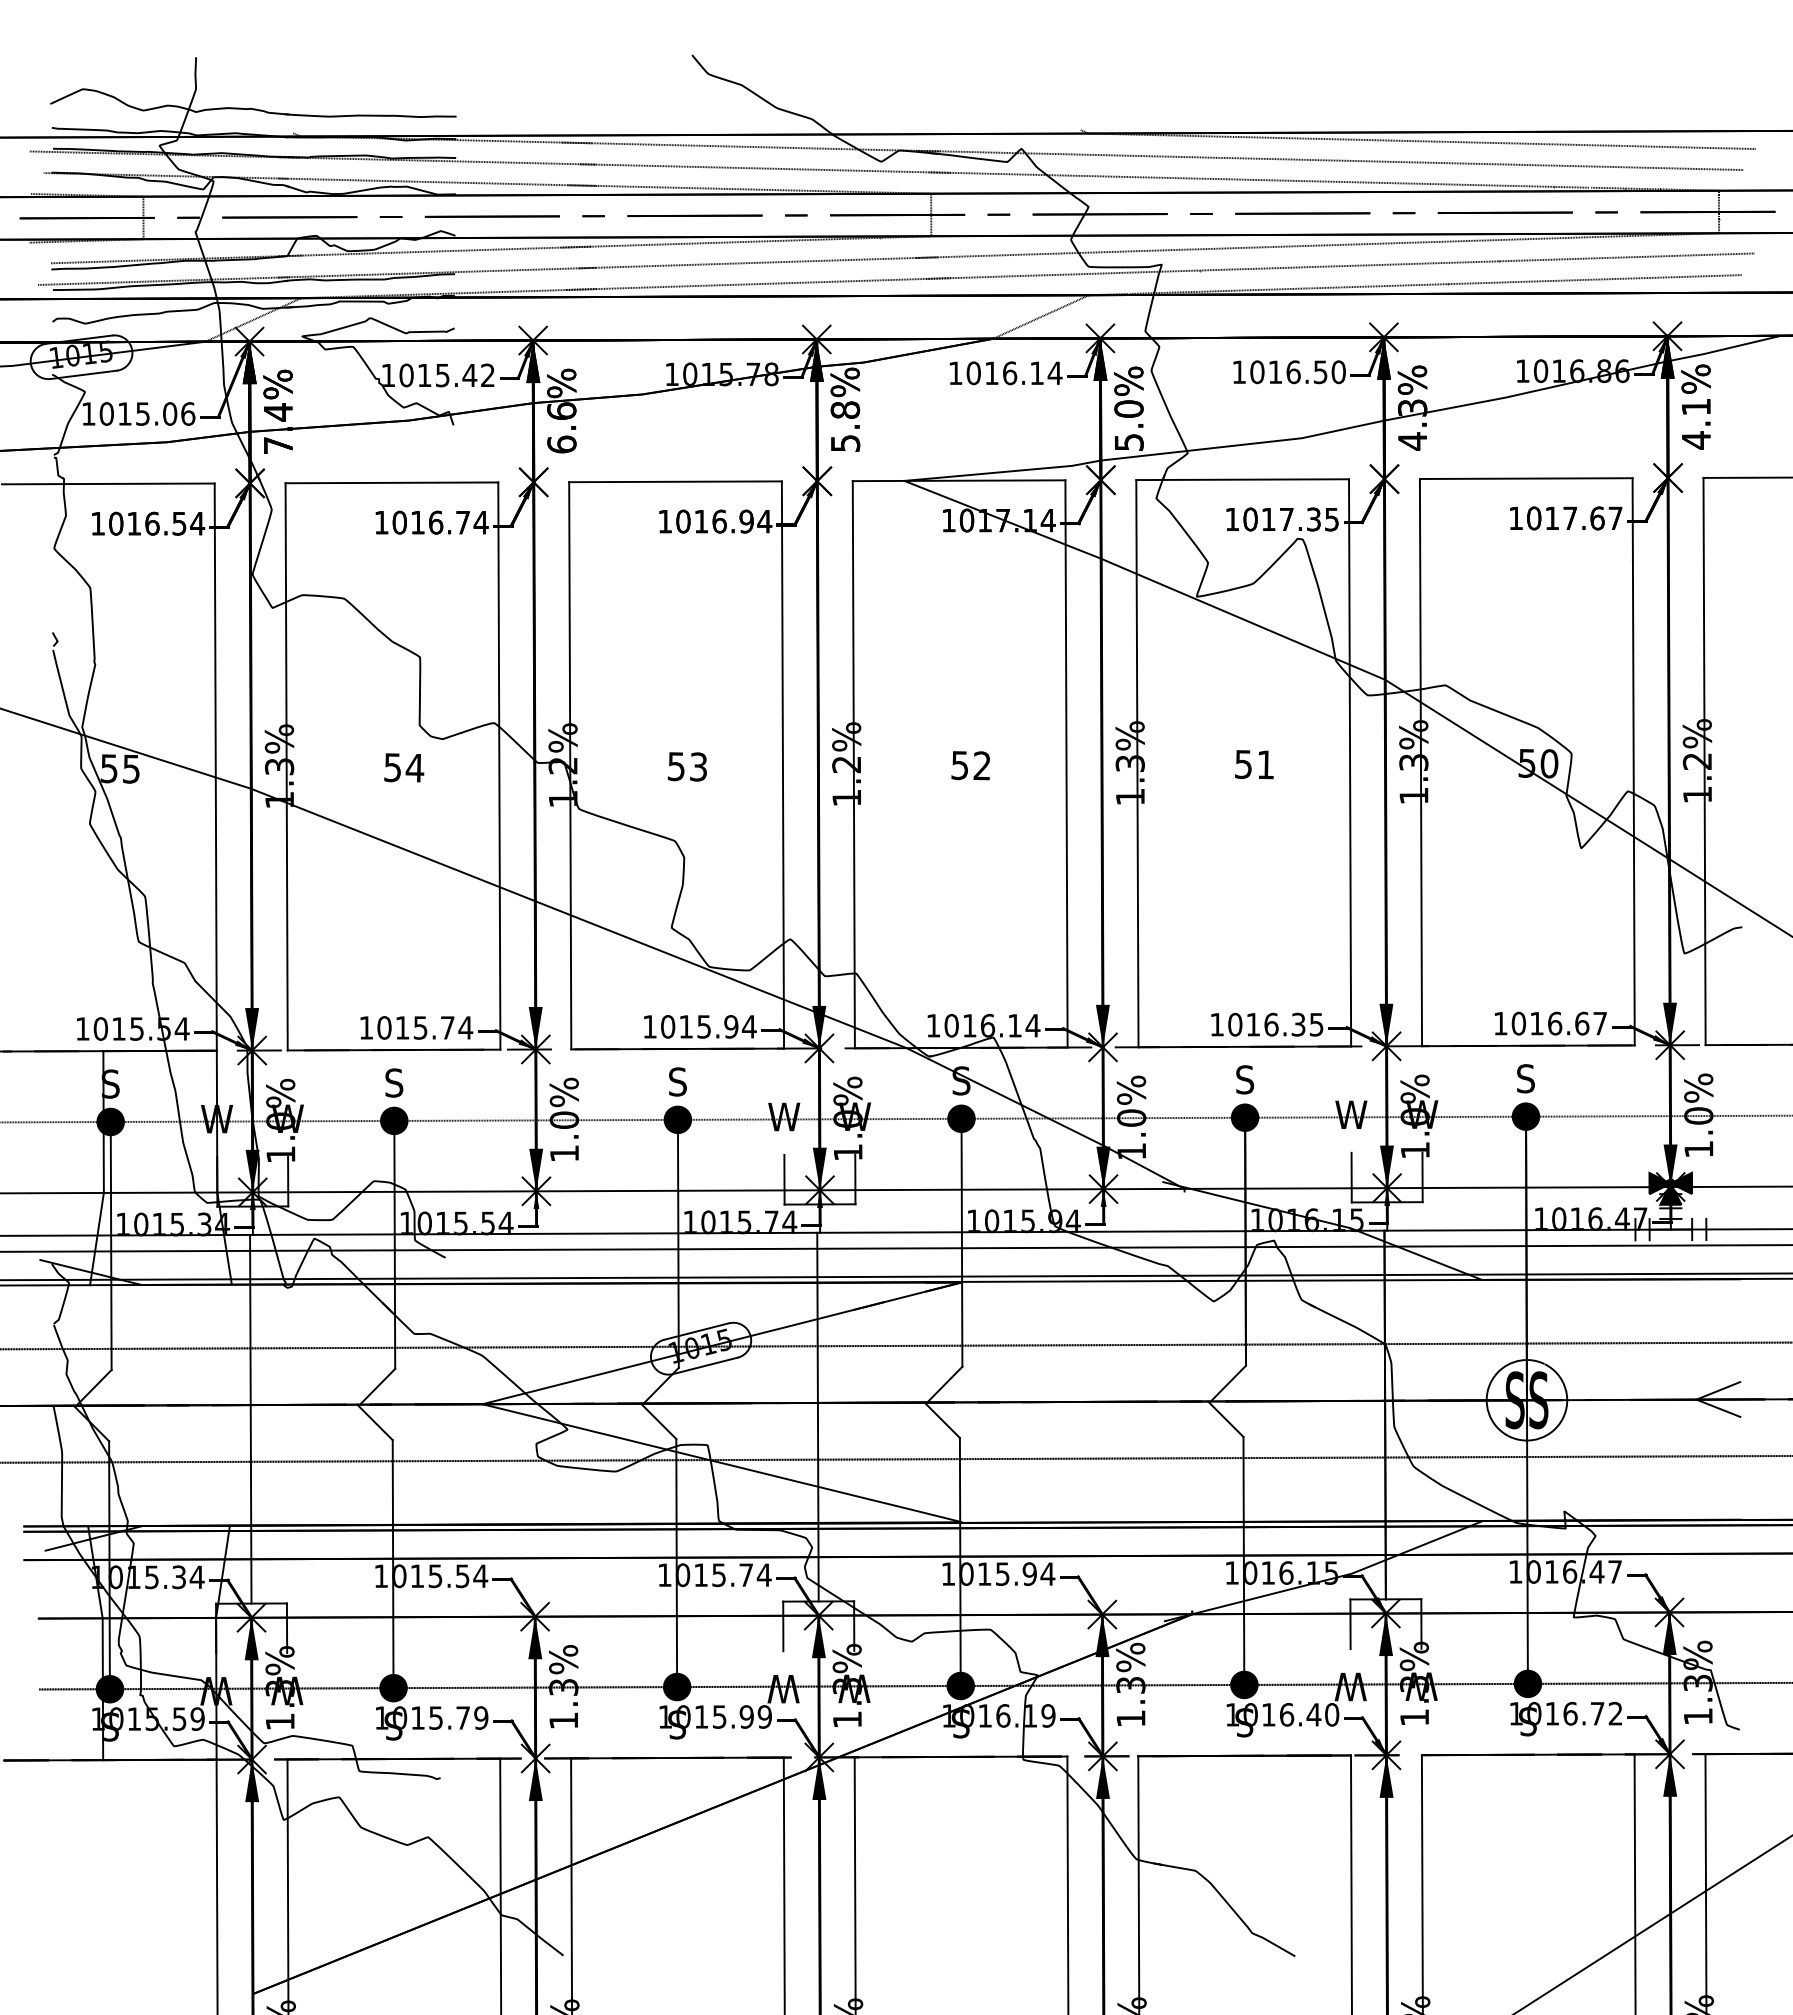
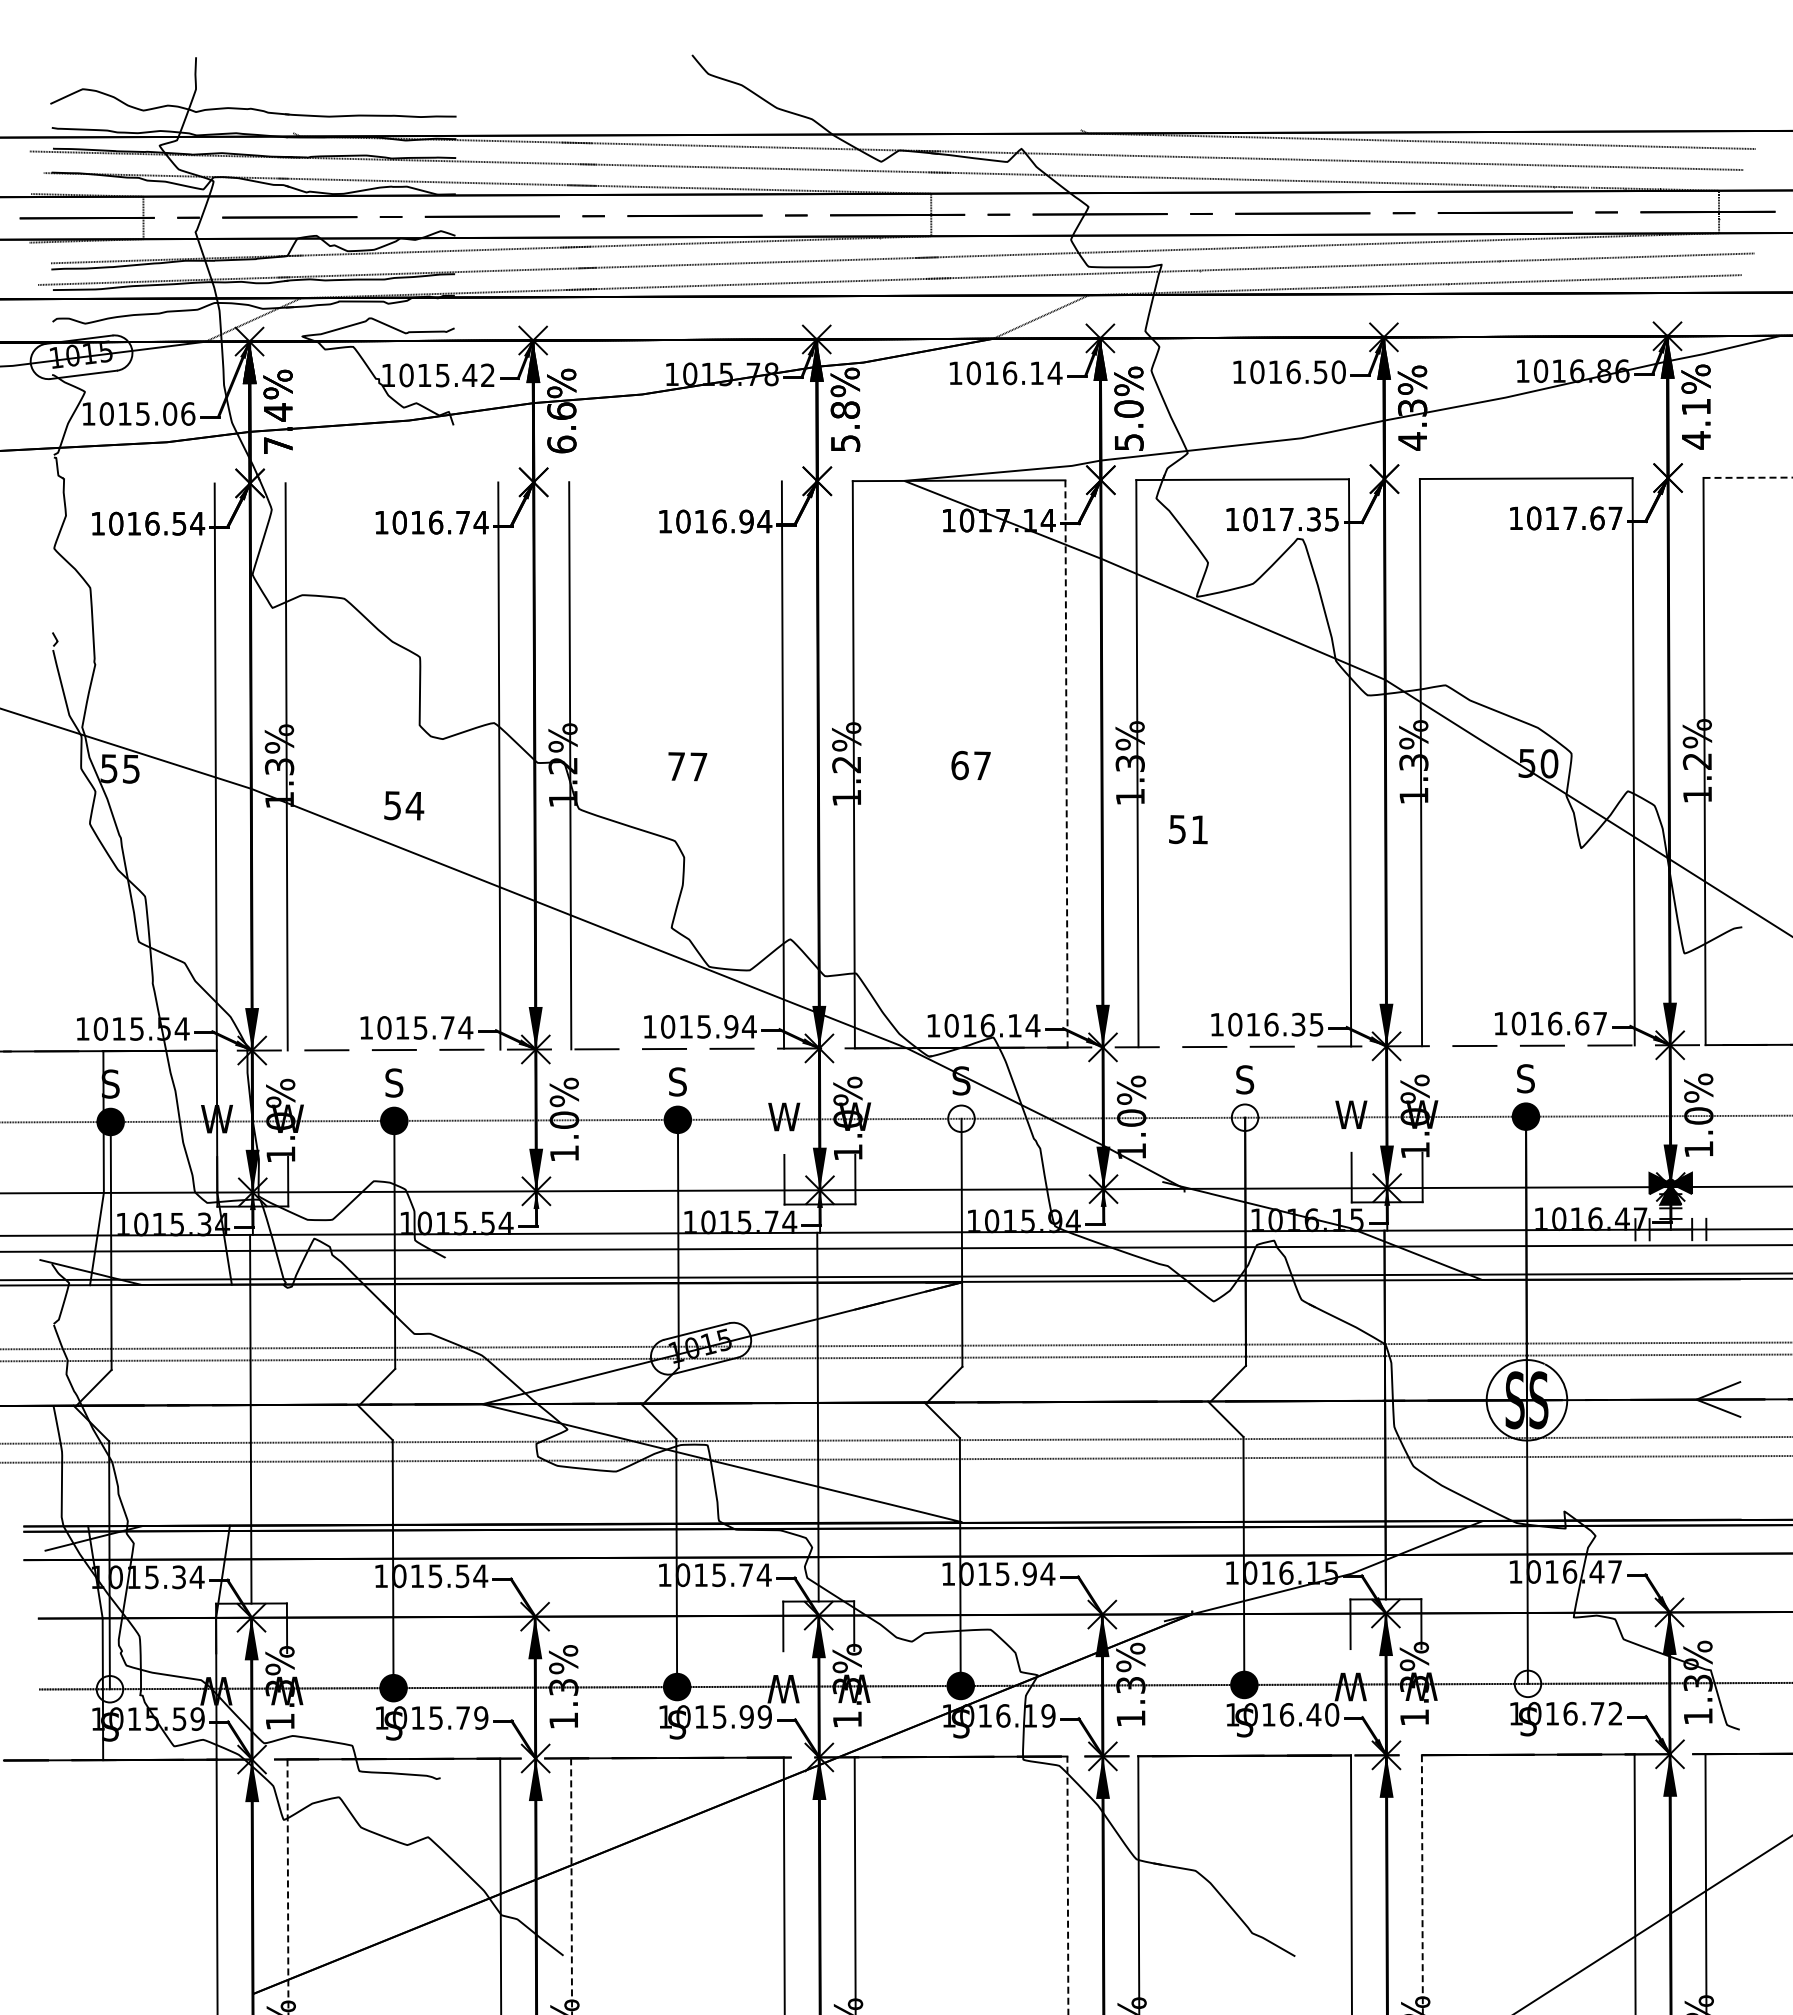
line at (1748, 477): solid -> dashed
line at (675, 481): present -> none
line at (391, 482): present -> none
line at (108, 483): present -> none
line at (1066, 763): solid -> dashed
text at (1254, 764) position: (1254, 764) -> (1188, 829)
text at (970, 765): 52 -> 67
text at (687, 766): 53 -> 77
text at (404, 767) position: (404, 767) -> (404, 805)
line at (1528, 1045): present -> none
line at (1244, 1046): present -> none
line at (677, 1048): present -> none
line at (393, 1049): present -> none
fill at (1244, 1117): present -> none
fill at (961, 1118): present -> none
line at (895, 1345) position: (895, 1345) -> (895, 1357)
line at (895, 1459) position: (895, 1459) -> (895, 1440)
fill at (1527, 1683): present -> none
fill at (109, 1688): present -> none
line at (1067, 1885): solid -> dashed
line at (1422, 1885): solid -> dashed
line at (571, 1886): solid -> dashed
line at (287, 1887): solid -> dashed
